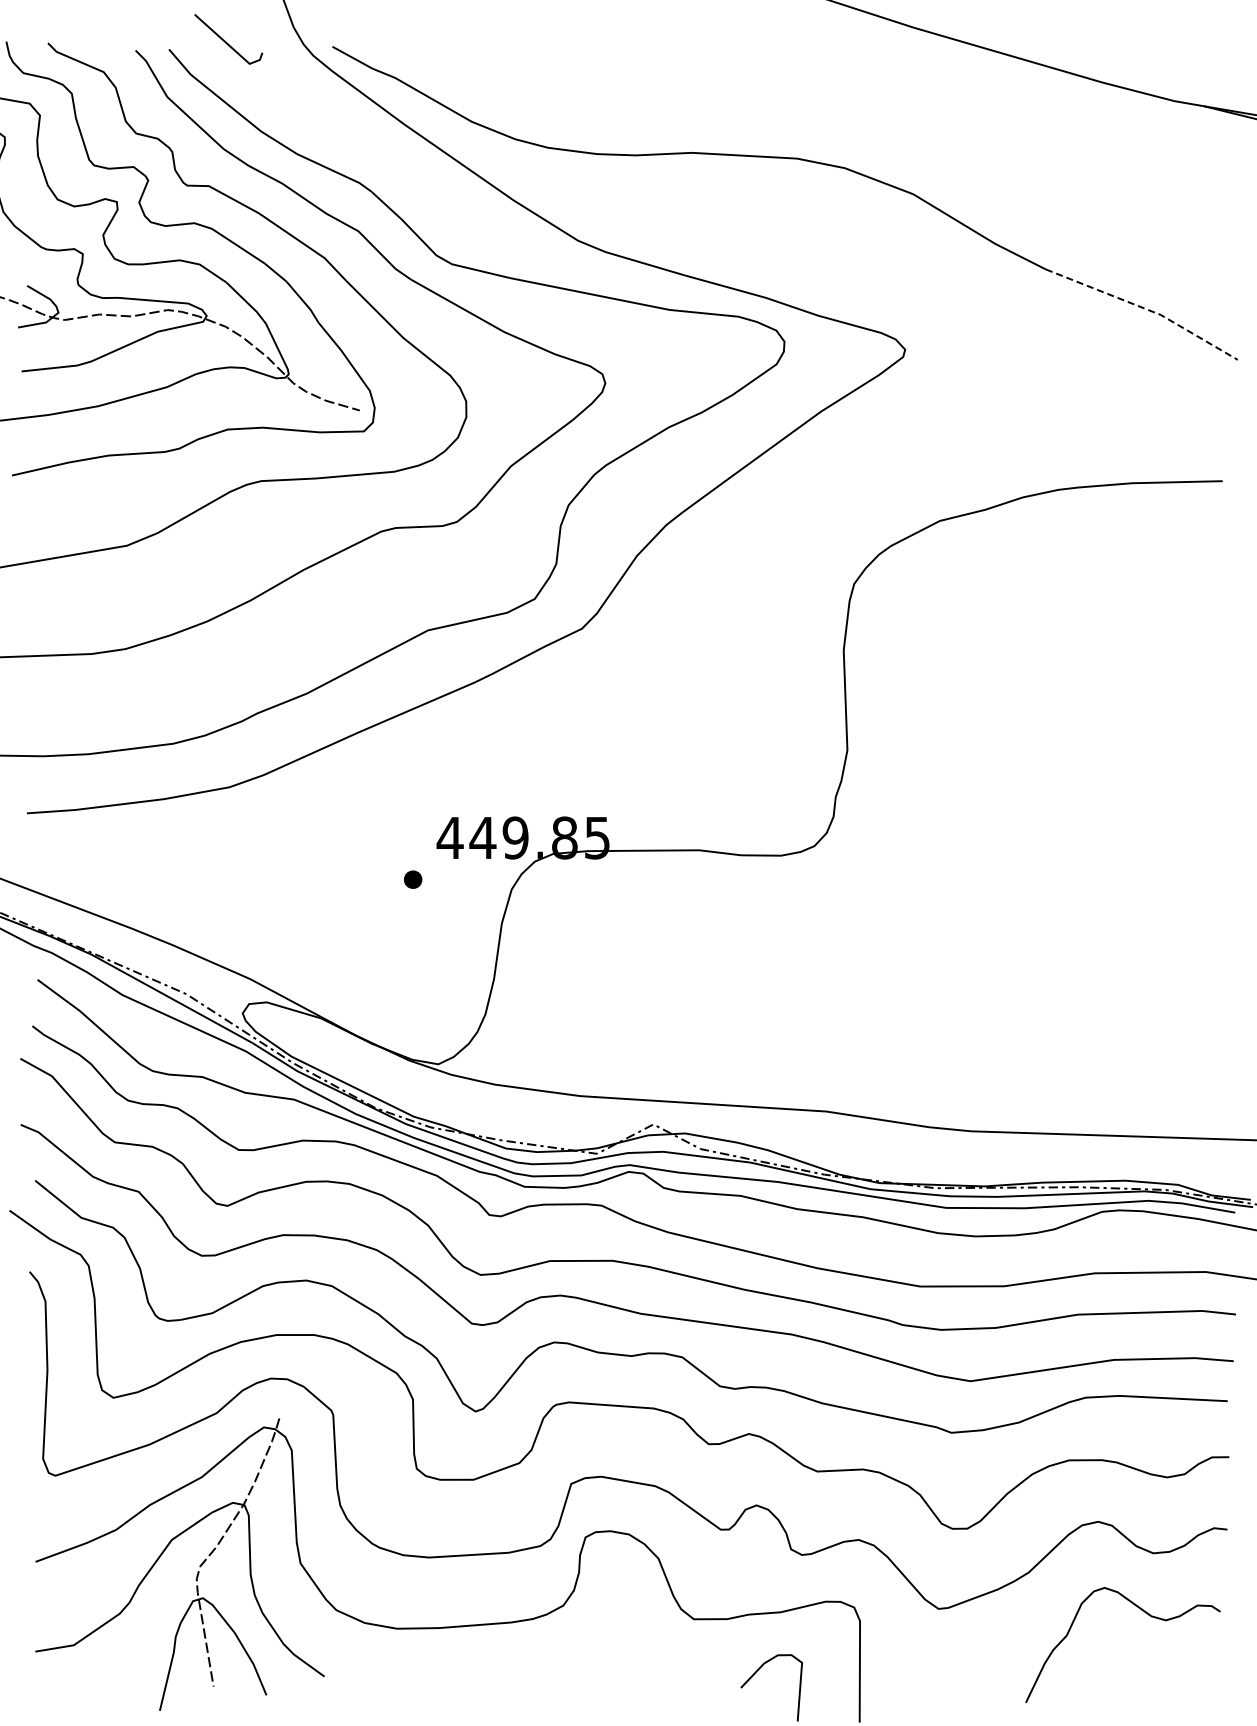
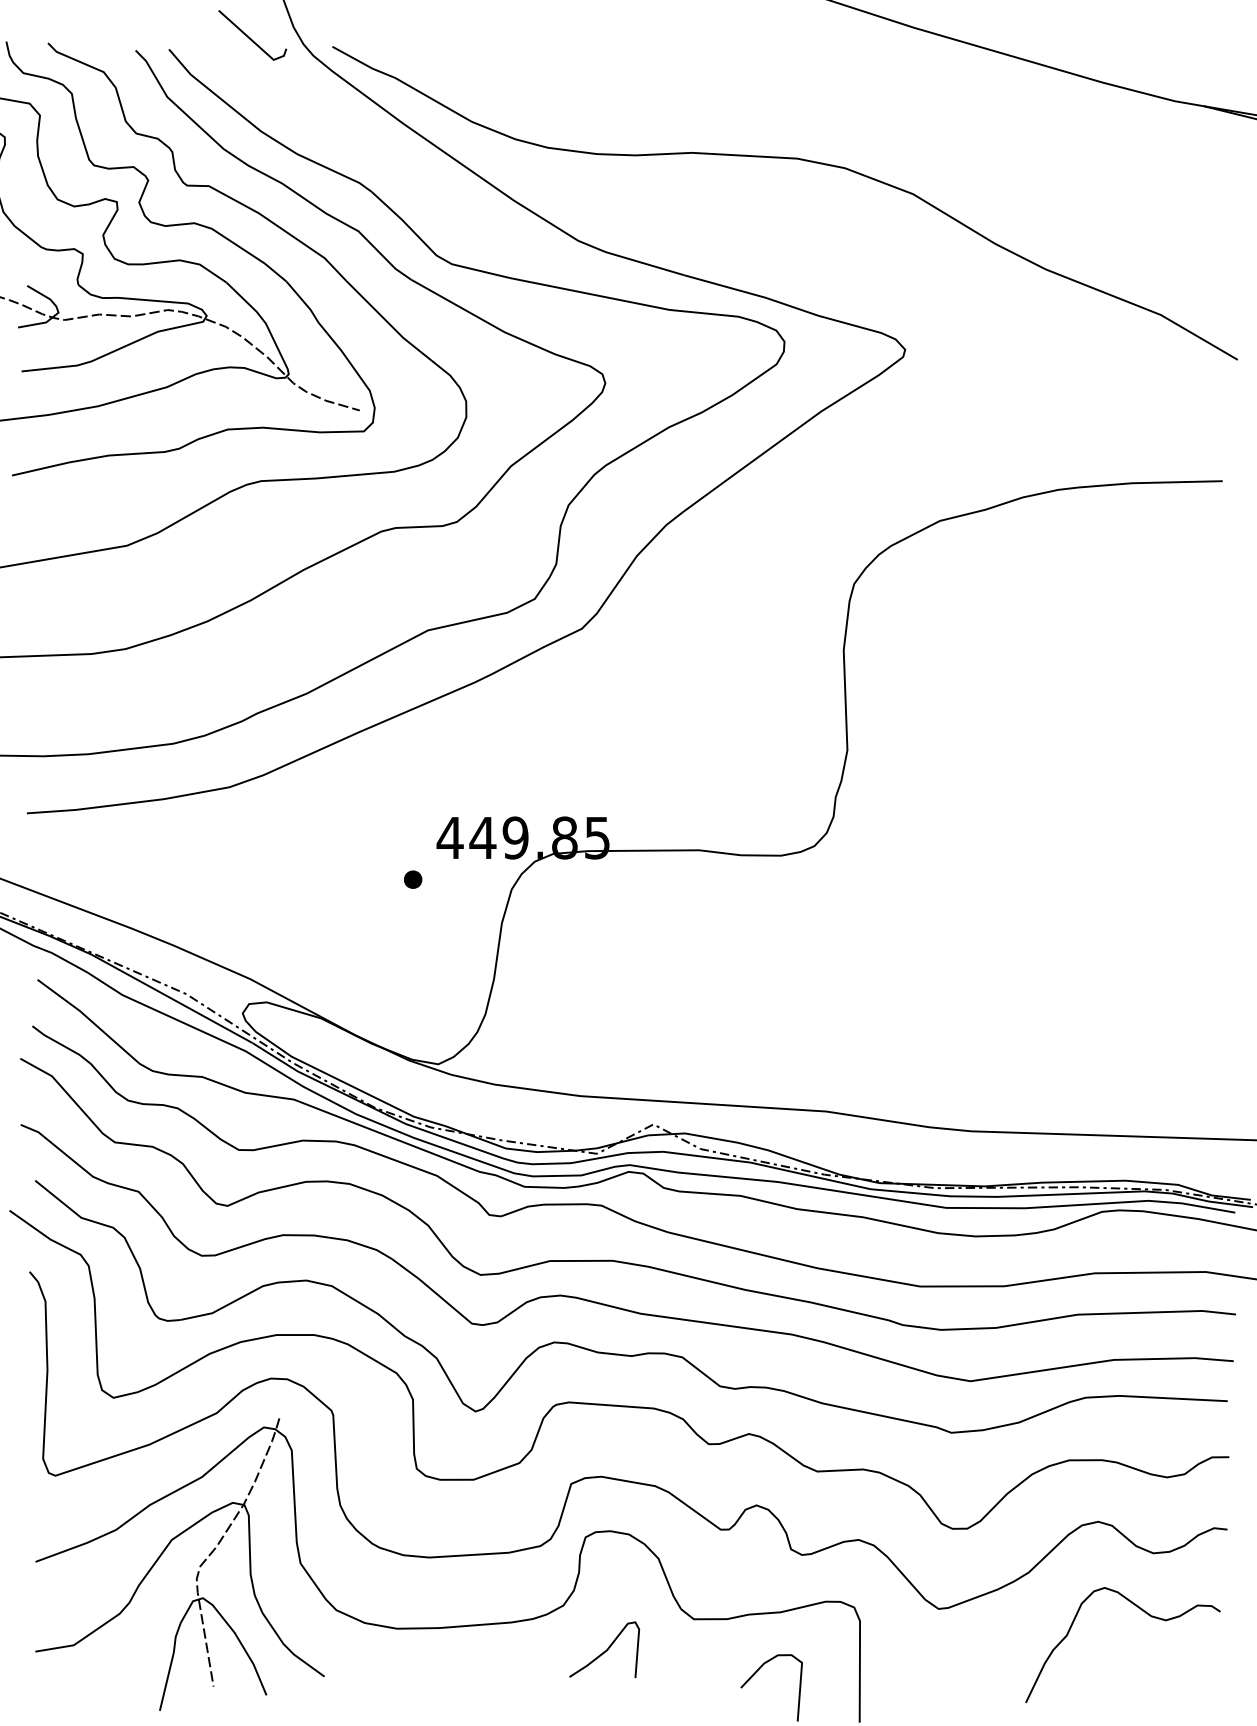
line at (226, 41) position: (226, 41) -> (250, 37)
line at (1146, 309): dashed -> solid
curve at (605, 1650): none -> present
